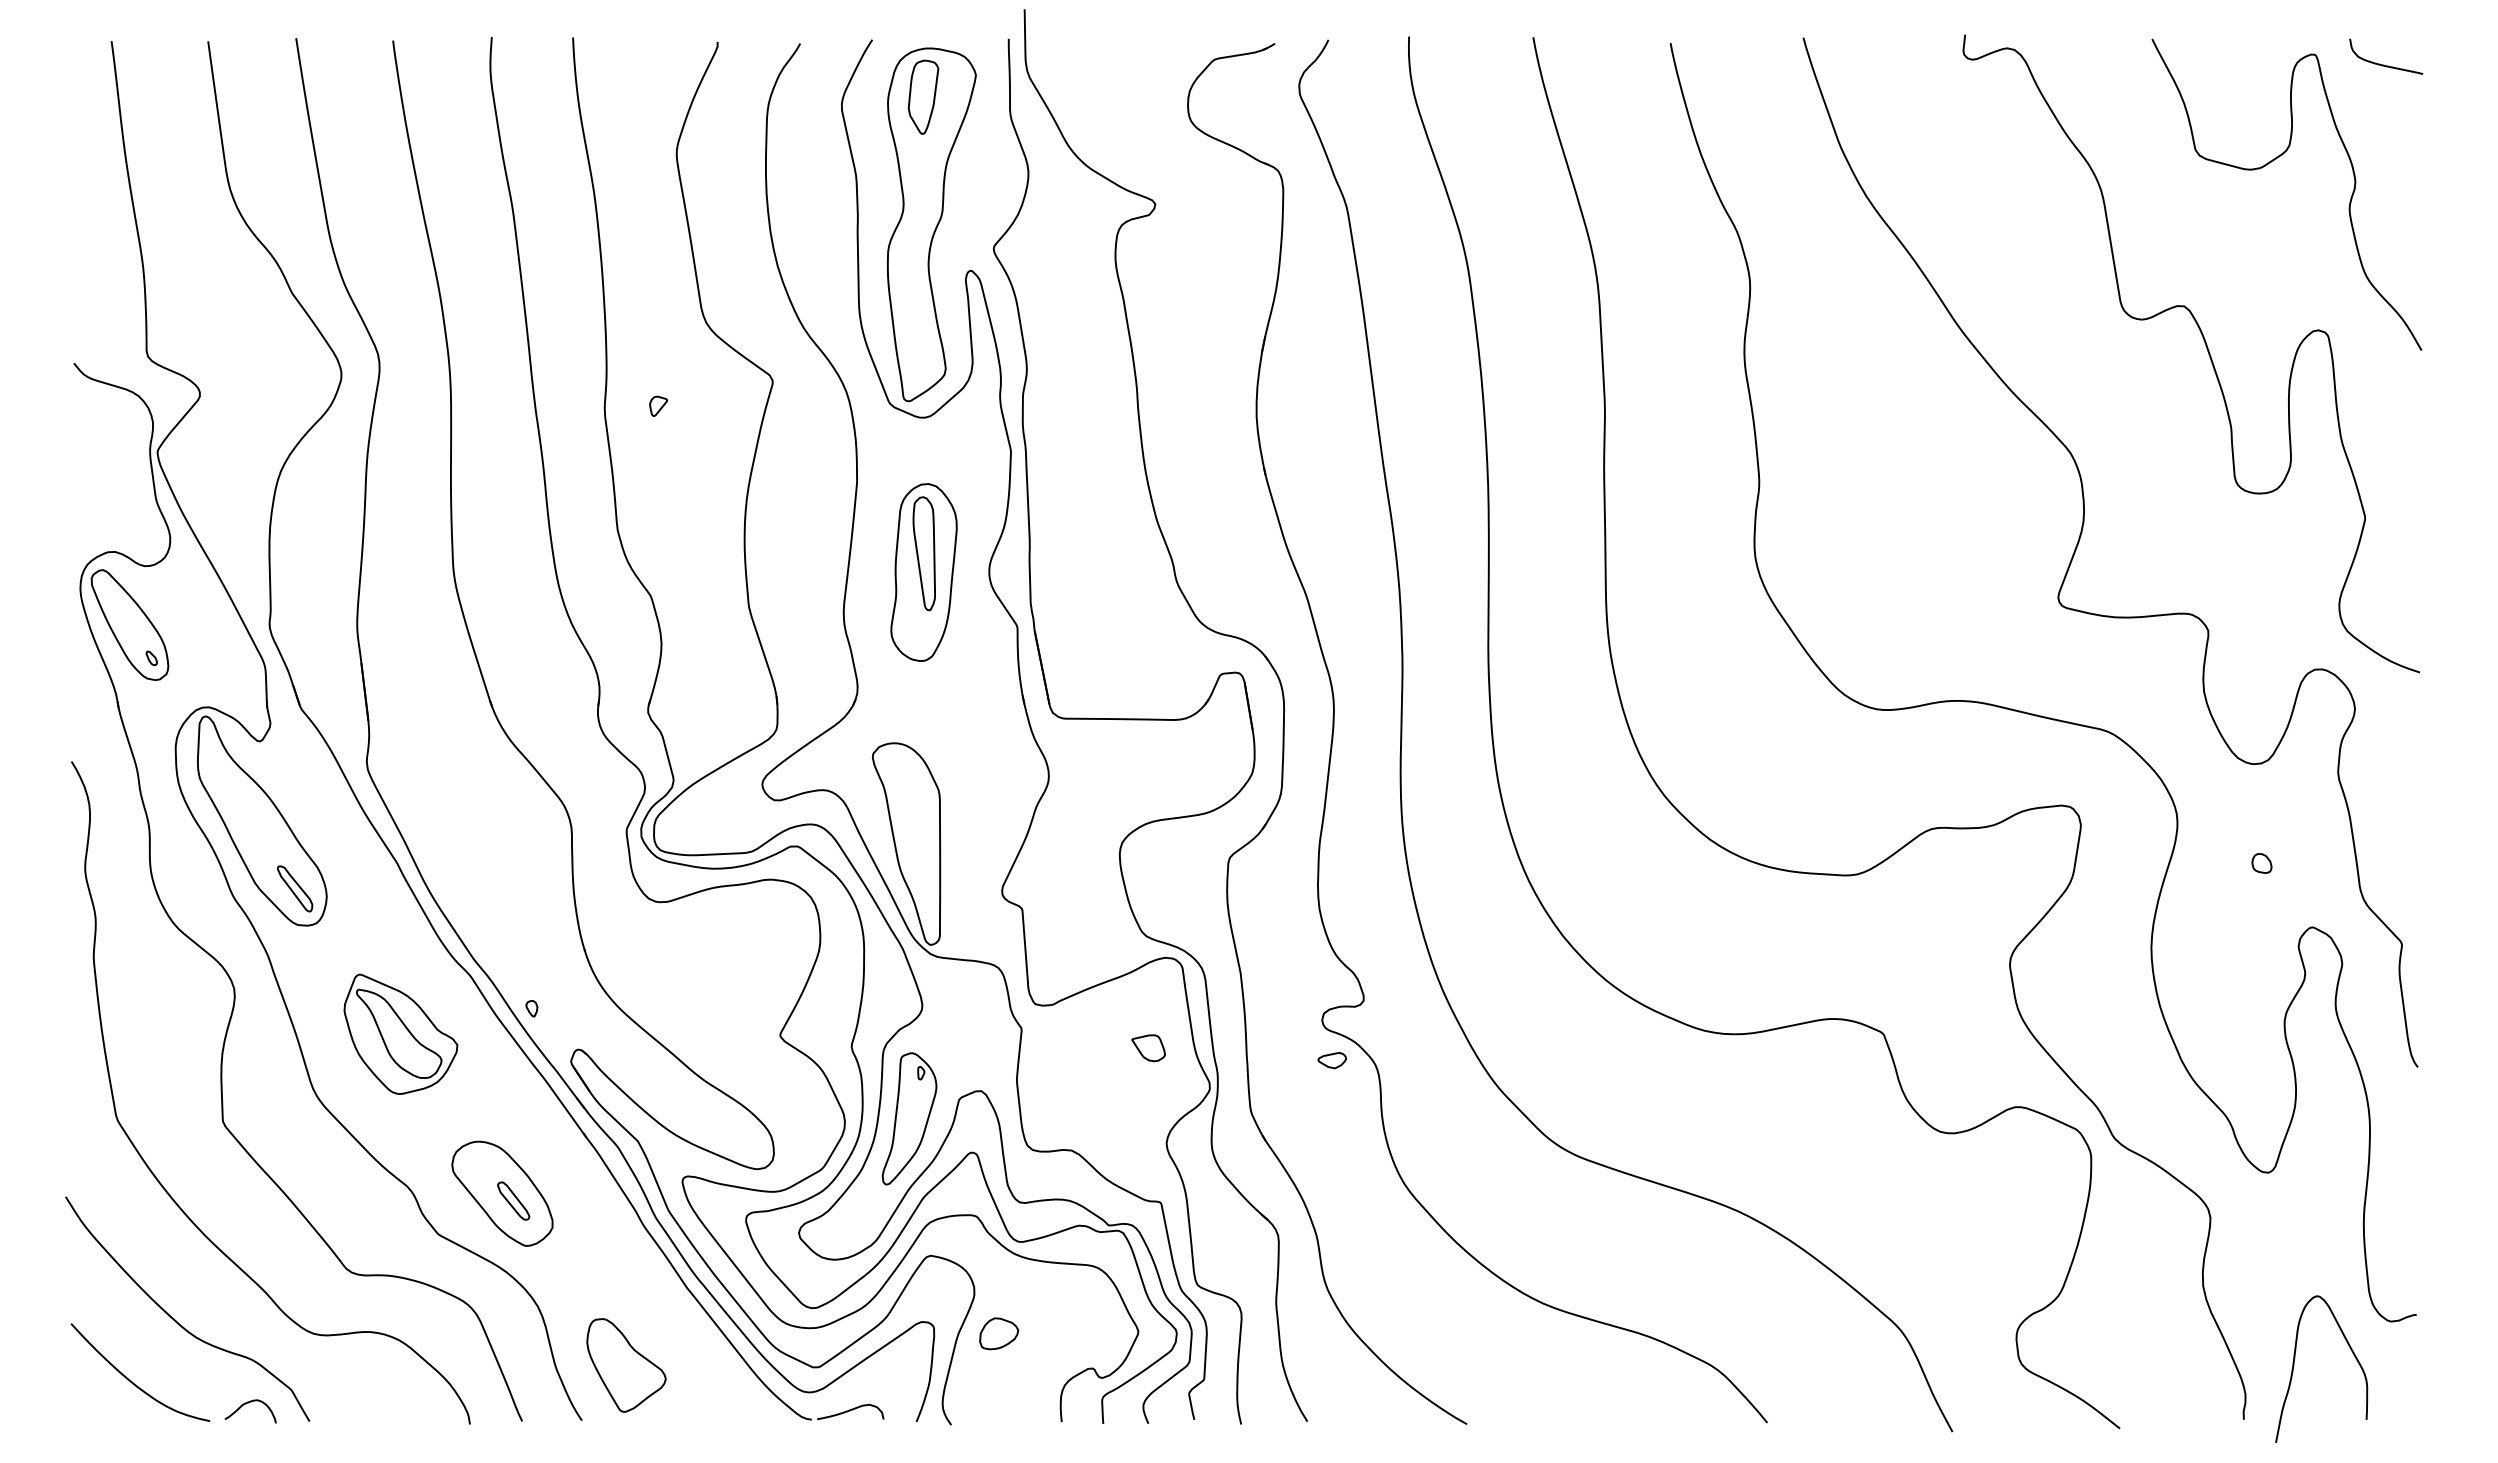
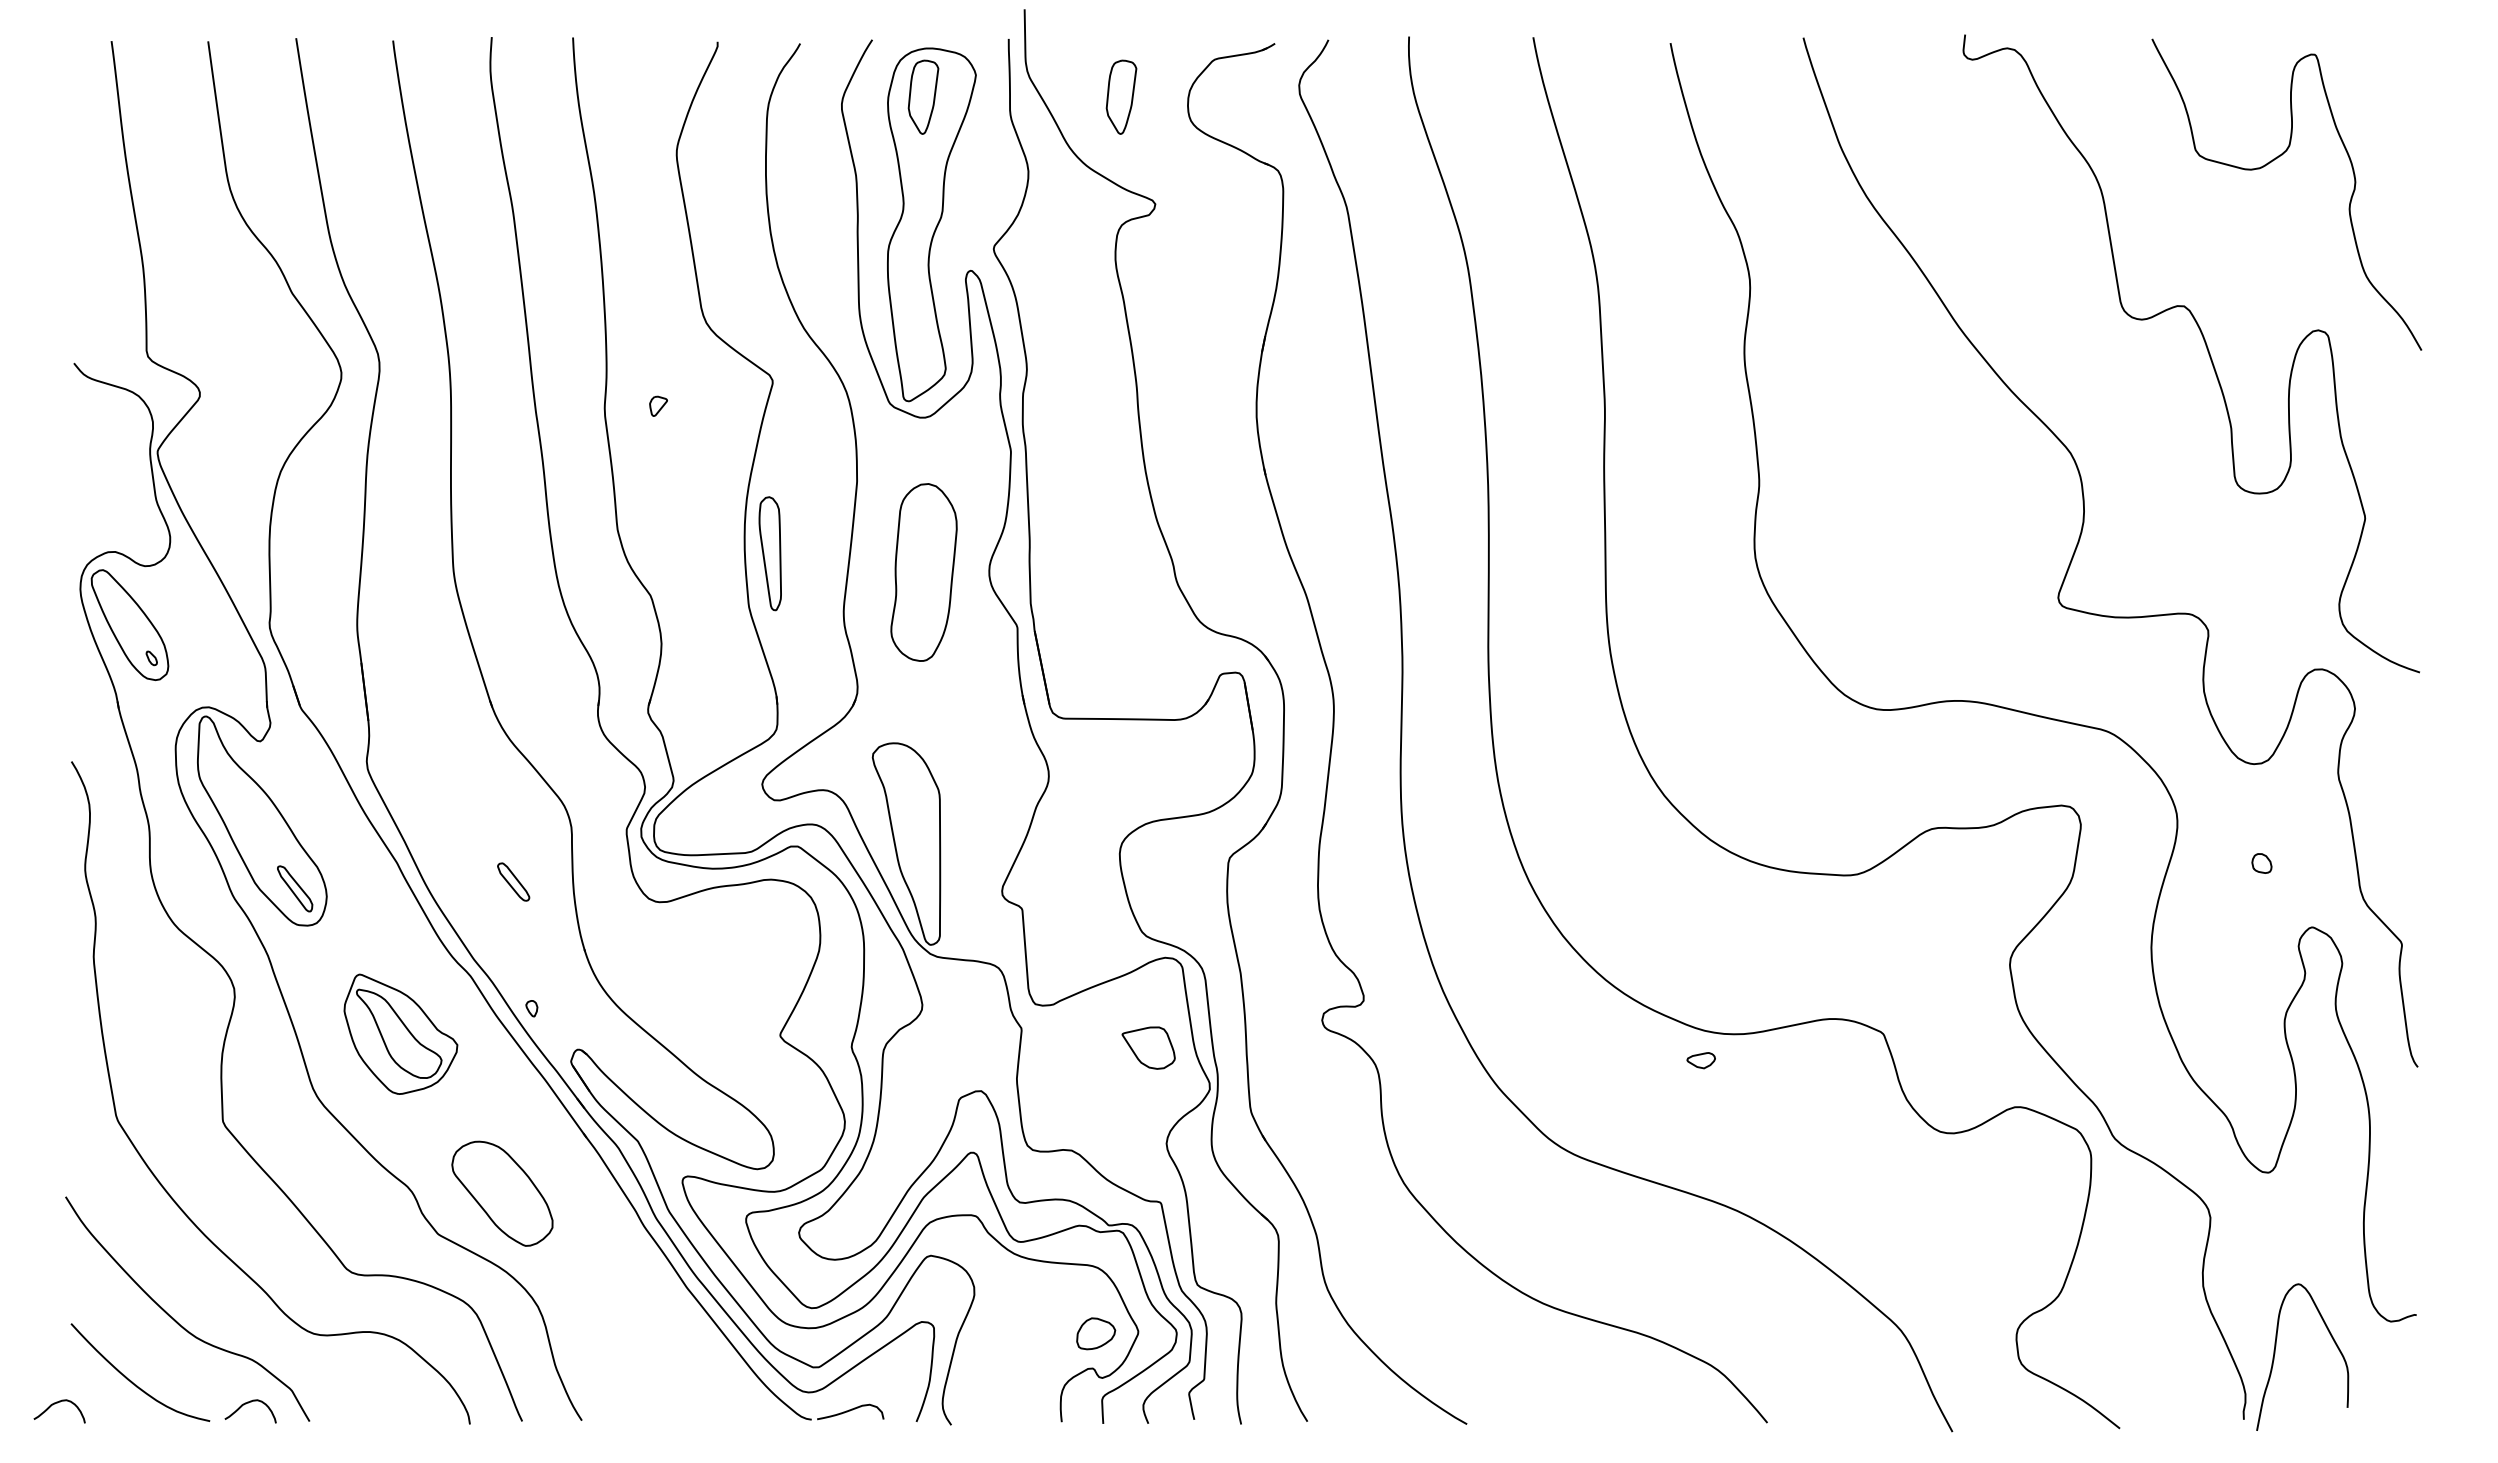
curve at (2384, 64): present -> none
part at (1121, 96): none -> present
part at (923, 553) position: (923, 553) -> (769, 553)
part at (1148, 1048) size: 35x29 px -> 55x44 px
part at (1331, 1060) position: (1331, 1060) -> (1700, 1060)
part at (909, 1118): present -> none
part at (513, 1200) position: (513, 1200) -> (513, 881)
part at (999, 1333) position: (999, 1333) -> (1096, 1333)
part at (626, 1365): present -> none
curve at (2294, 1366) position: (2294, 1366) -> (2275, 1354)
curve at (55, 1404): none -> present
